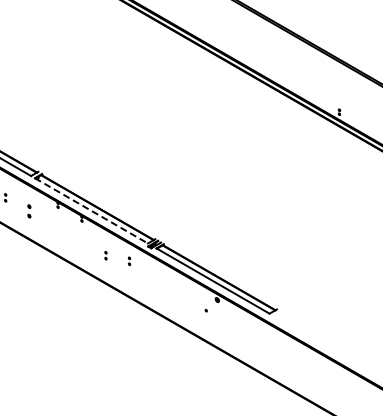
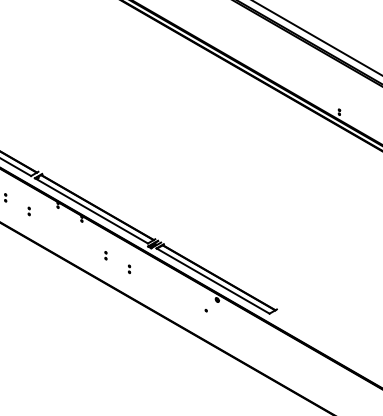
line at (317, 38): none -> present
part at (29, 211) size: 5x15 px -> 4x11 px
line at (91, 211): dashed -> solid
part at (129, 260) position: (129, 260) -> (129, 268)
